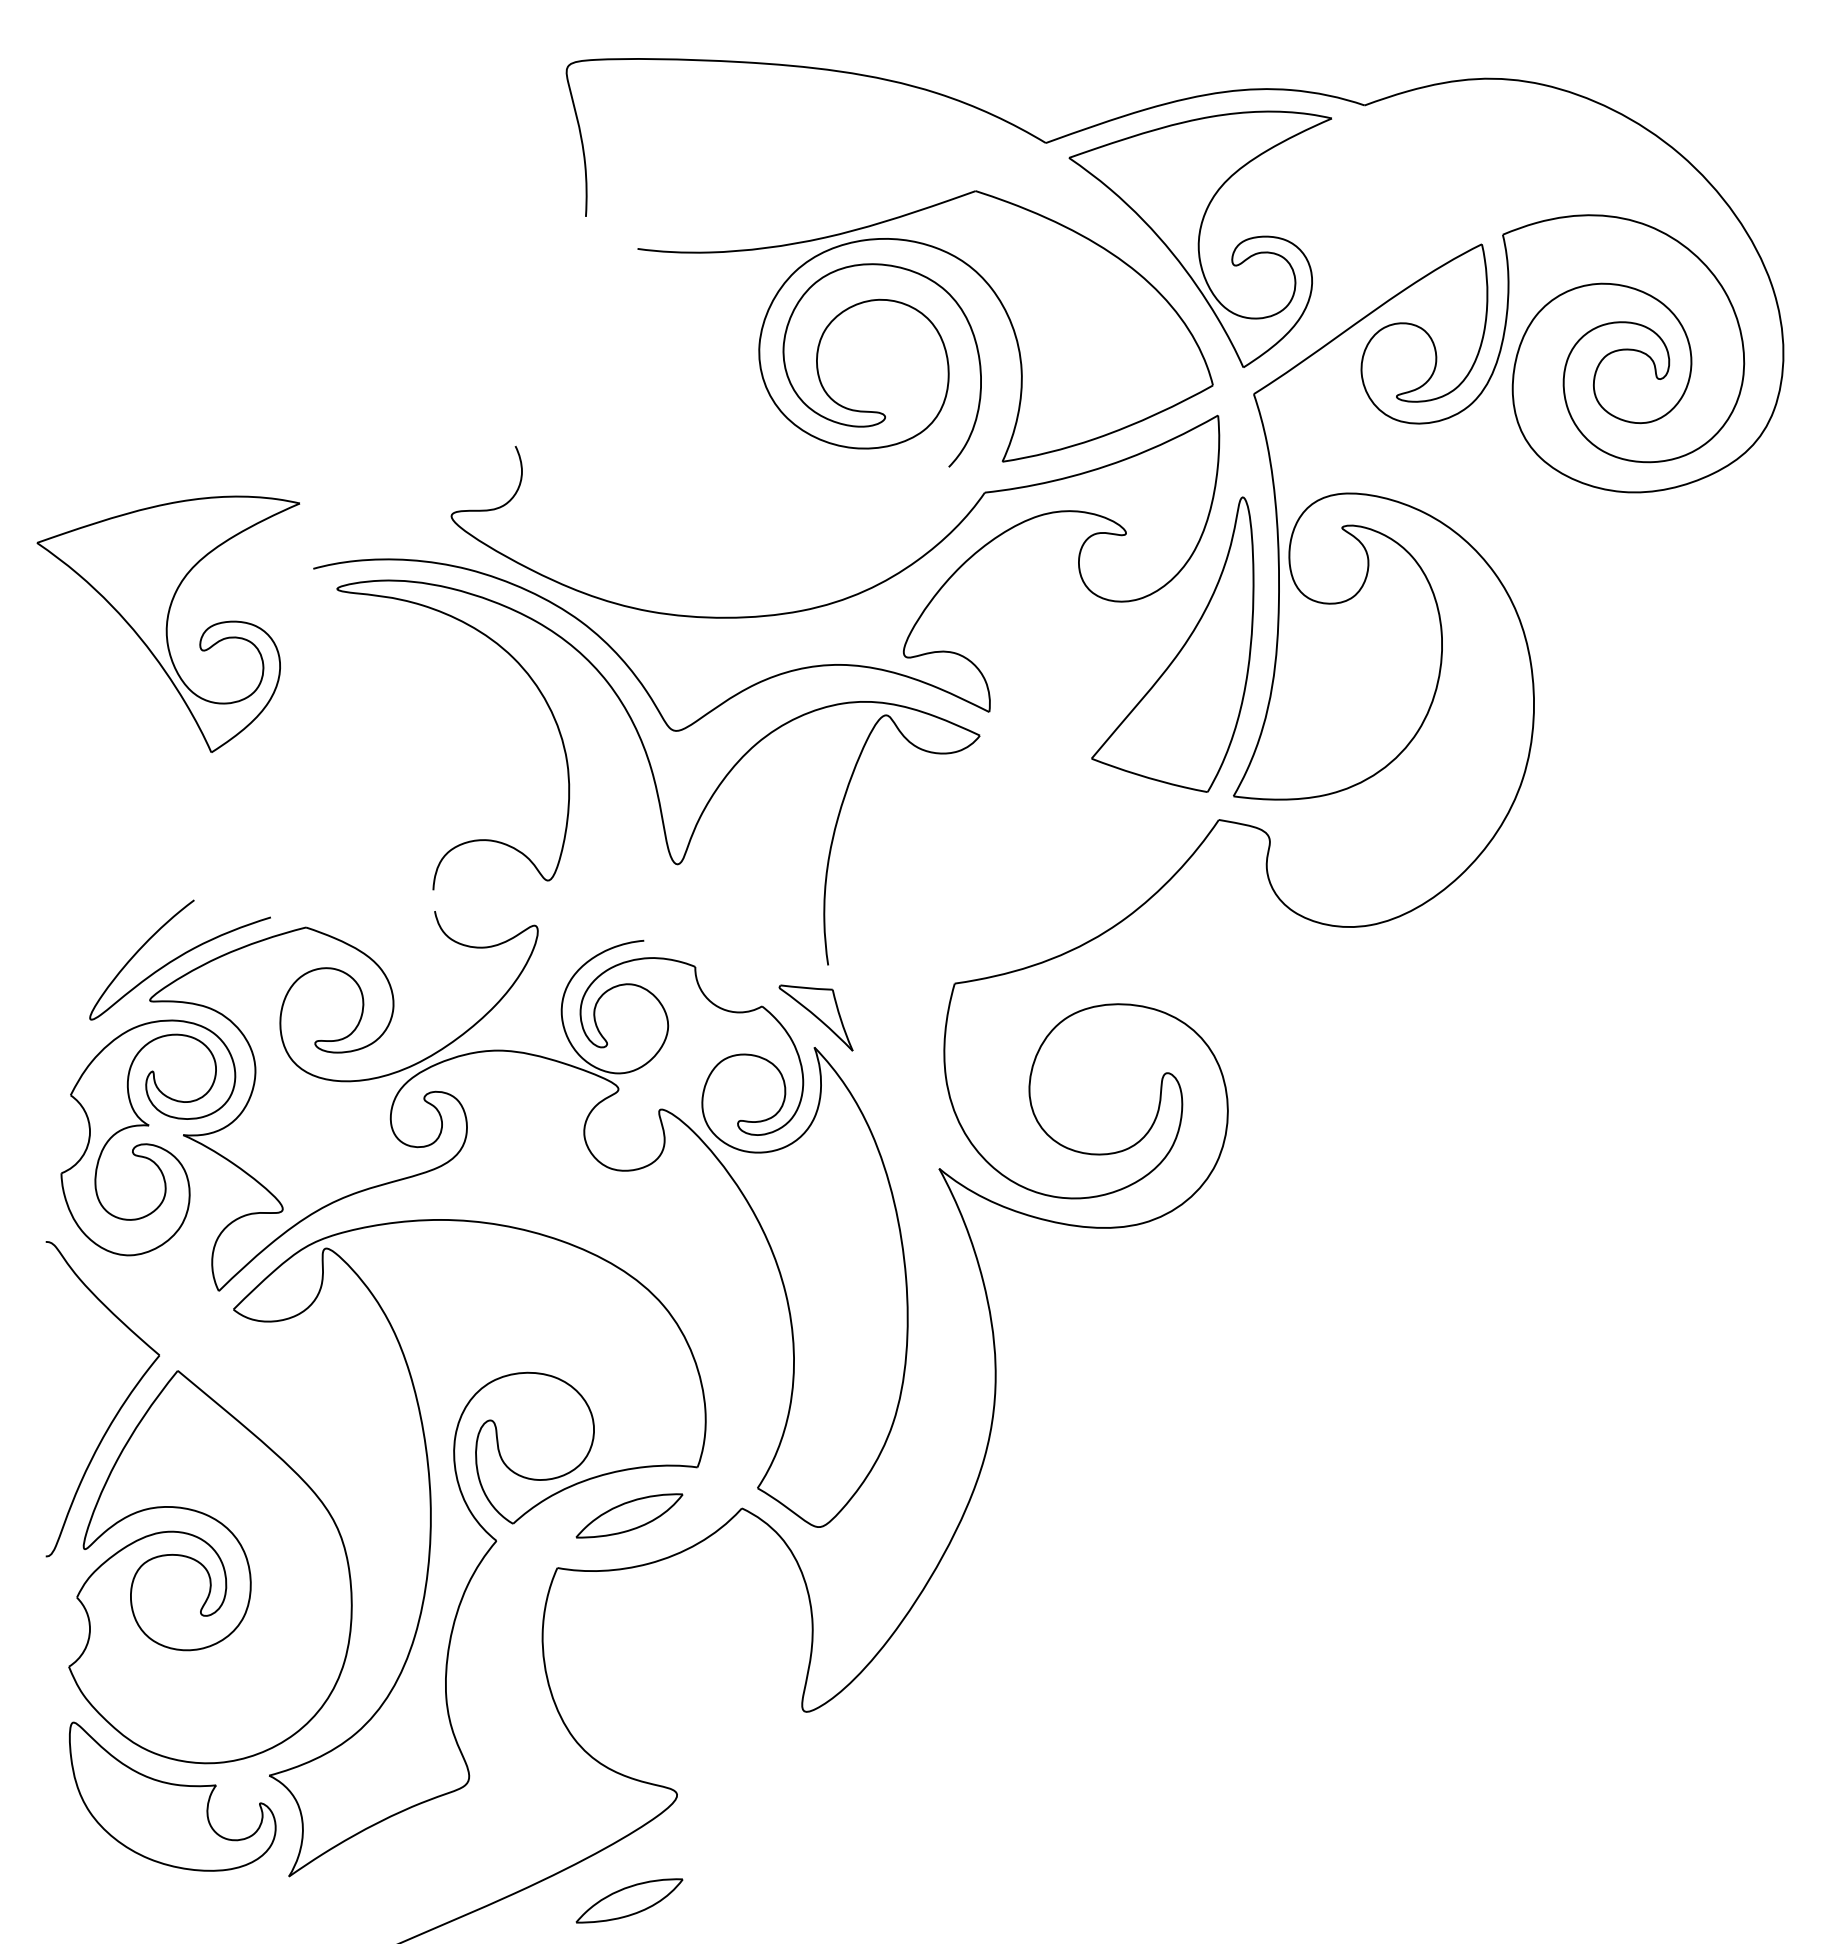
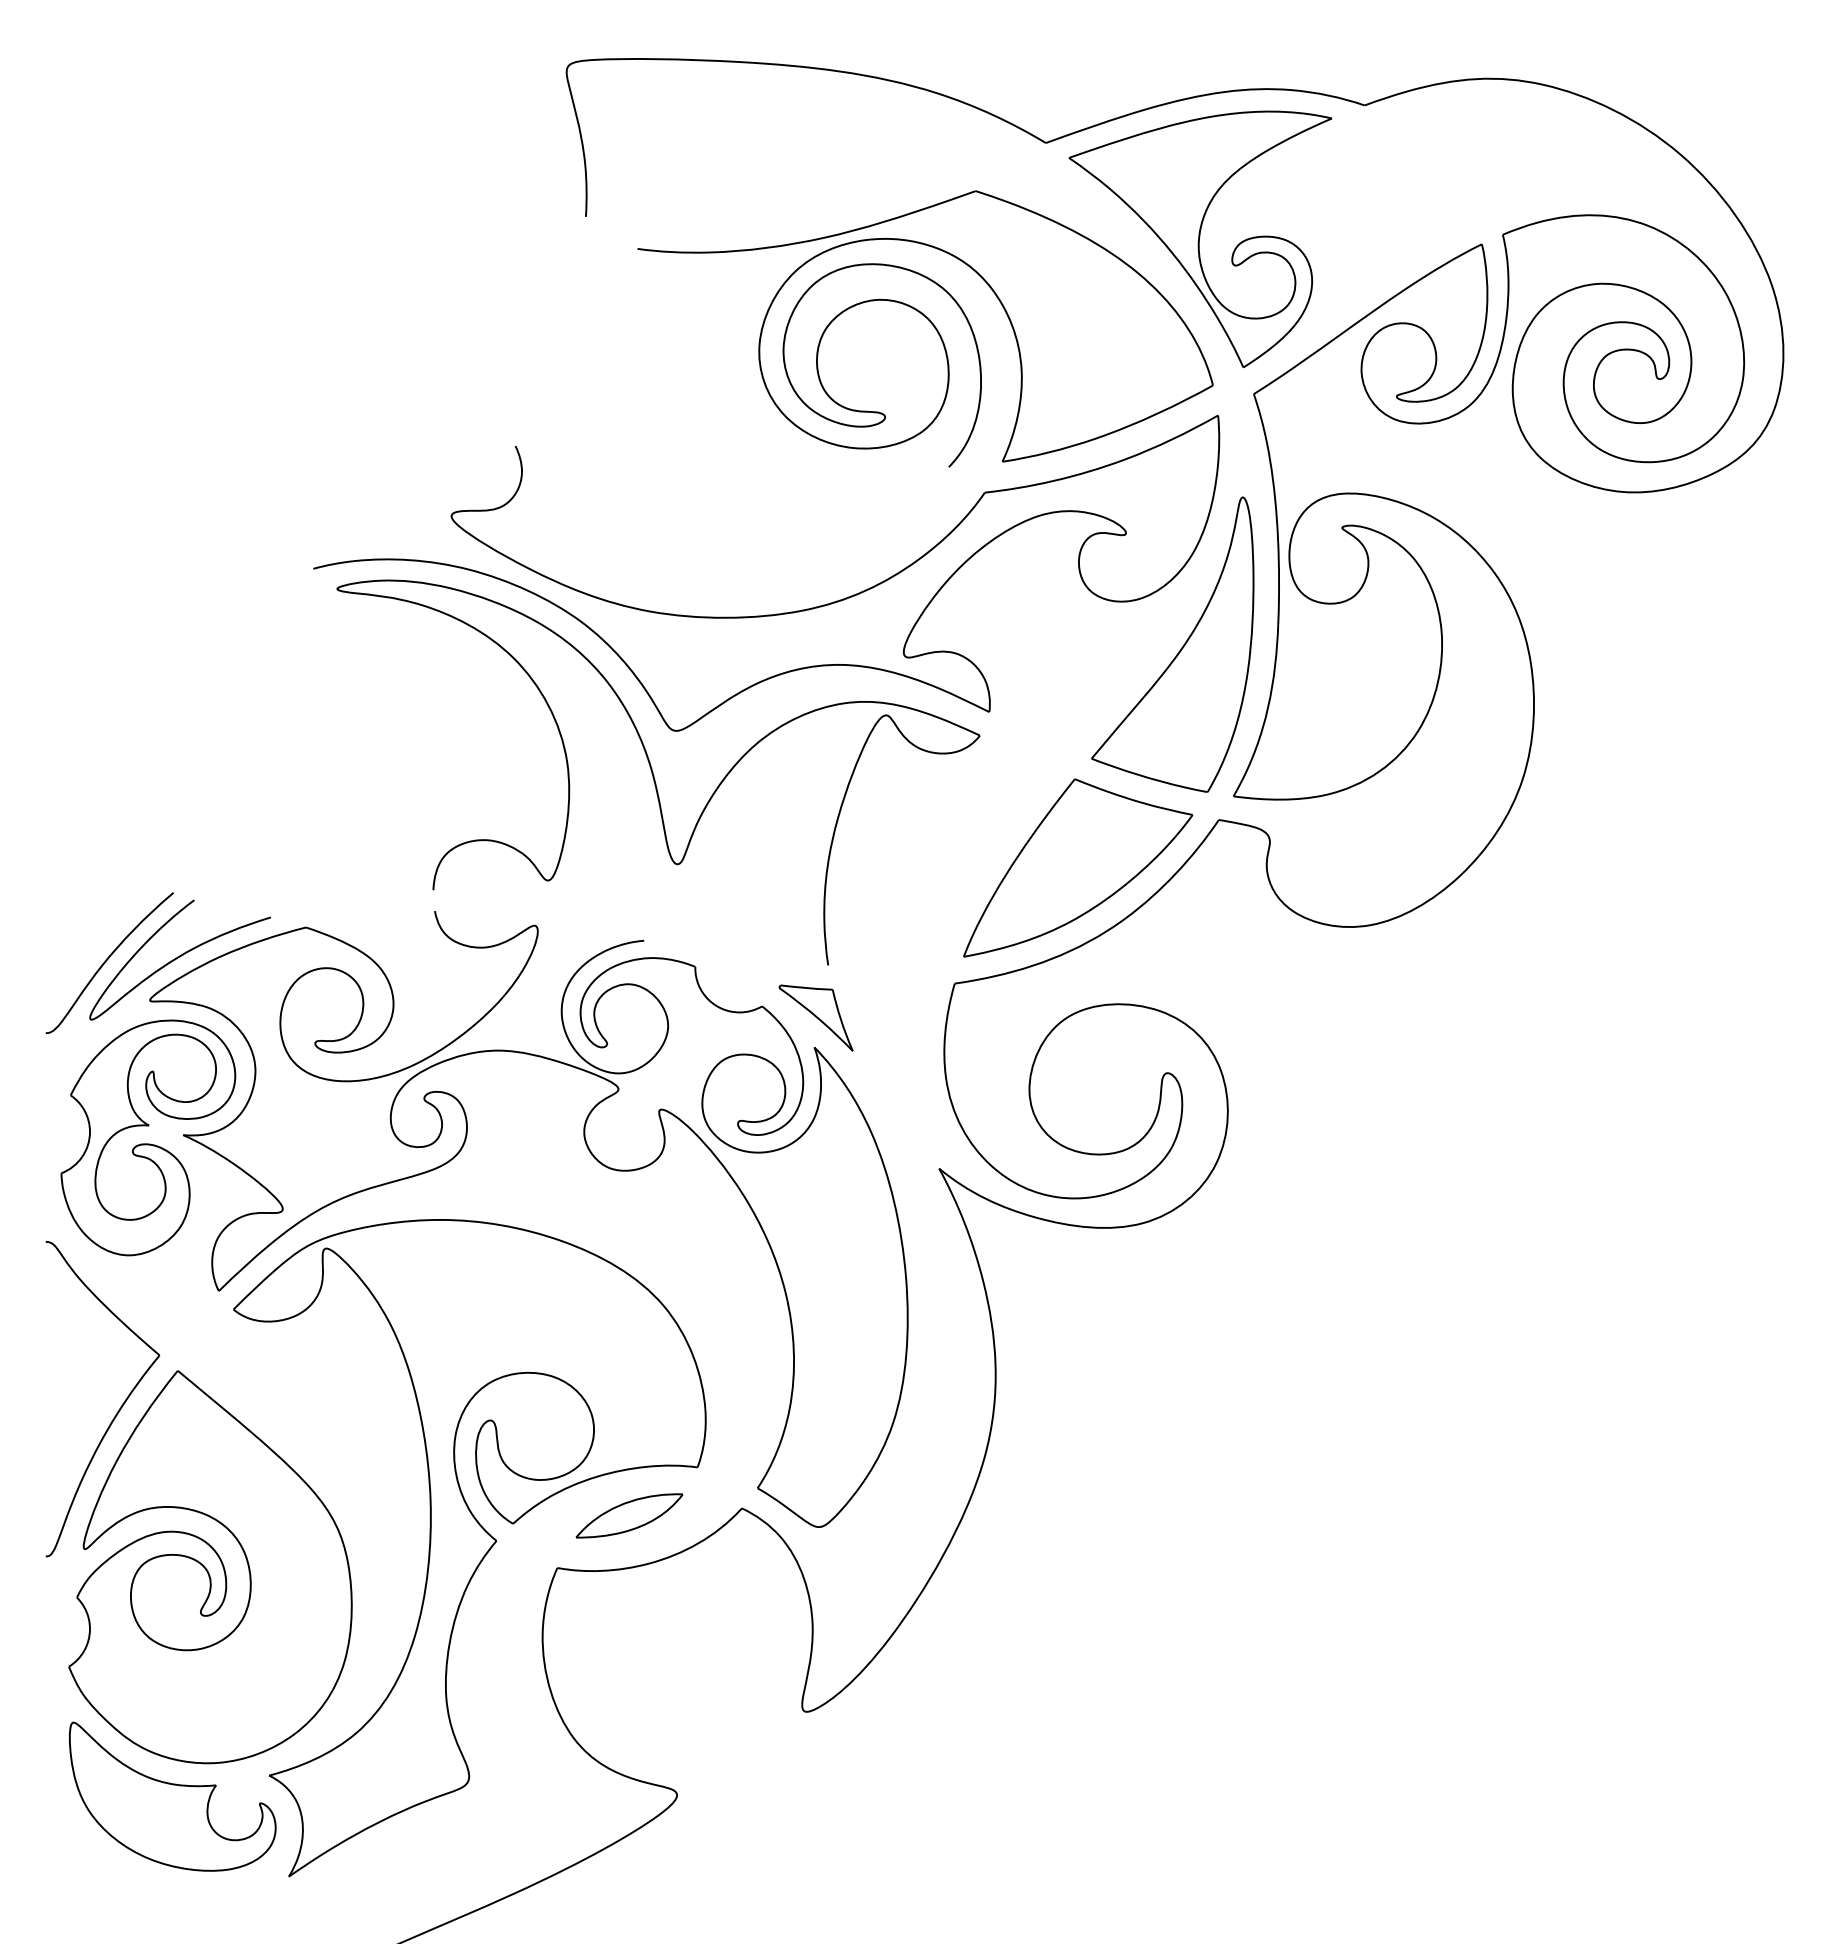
part at (168, 623): present -> none
part at (1078, 867): none -> present
curve at (107, 960): none -> present
part at (629, 1900): present -> none
